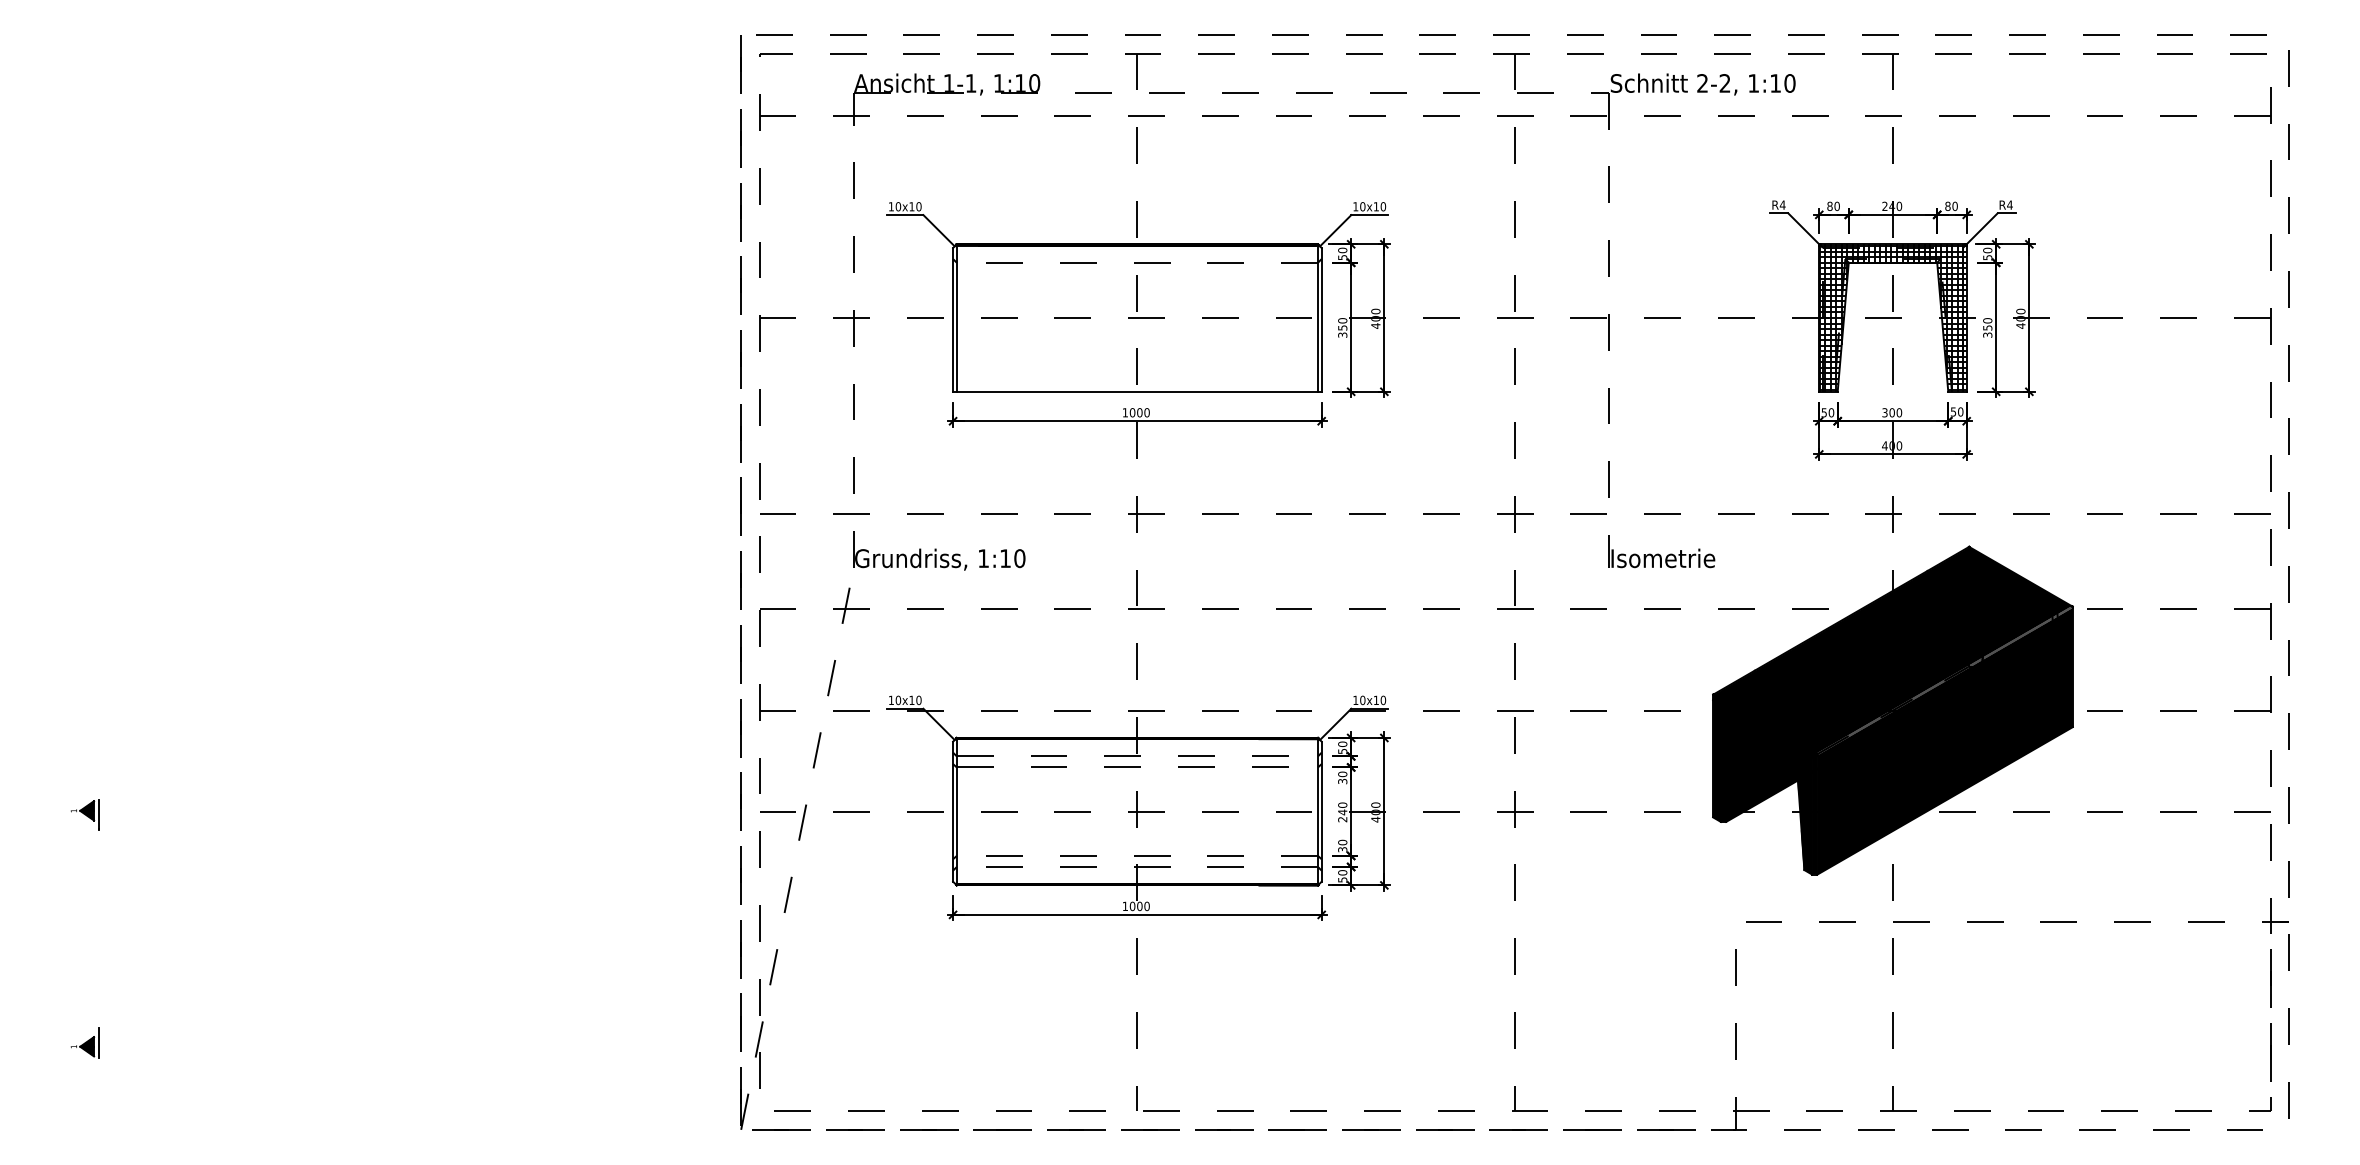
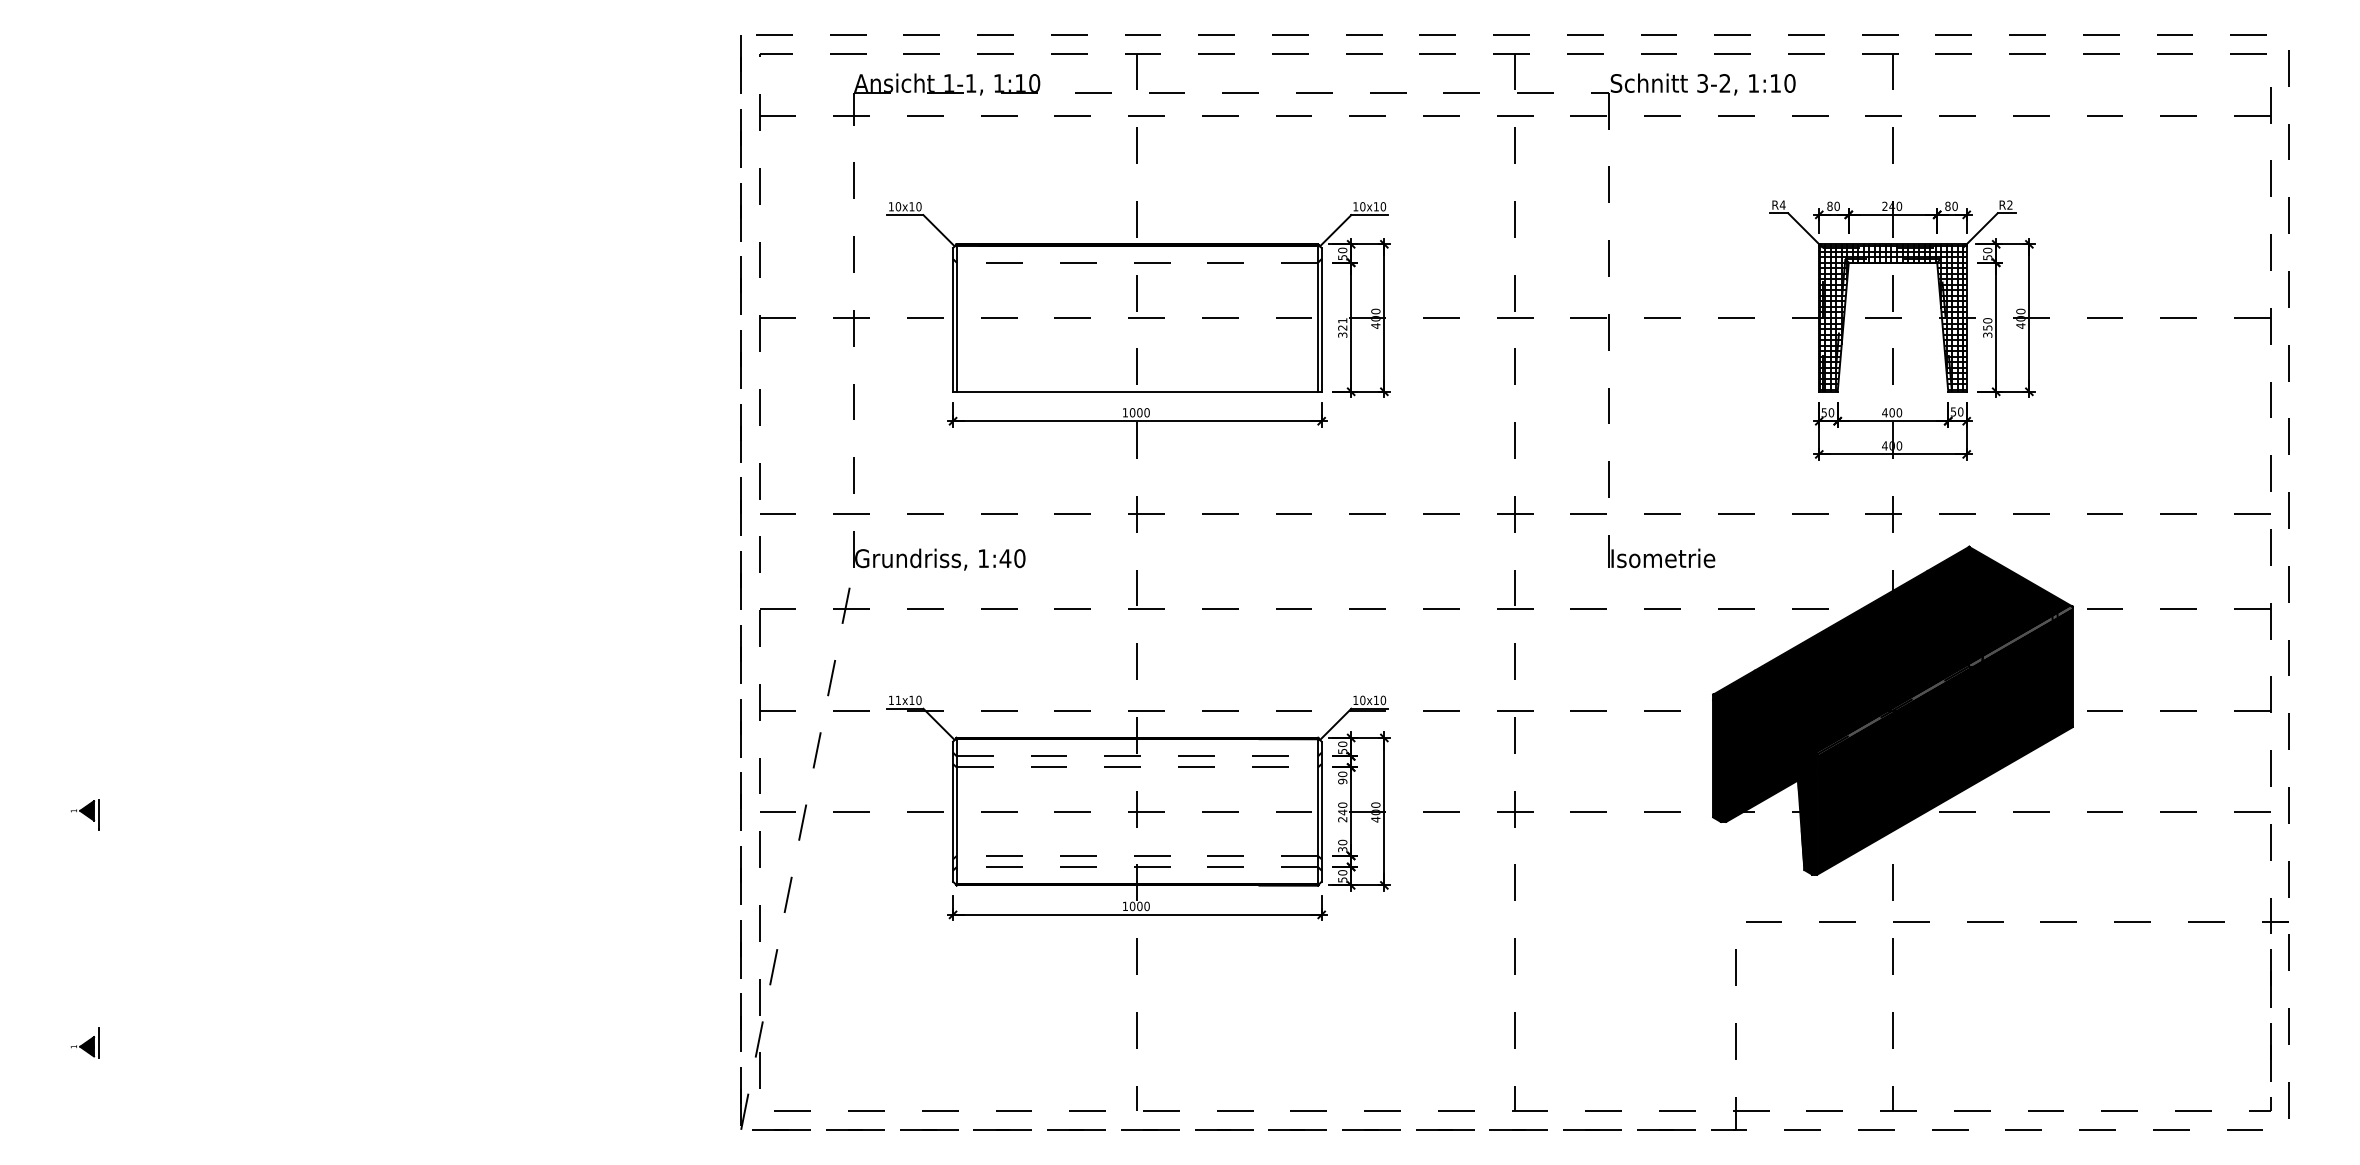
text at (1702, 83): 2-2, -> 3-2,
text at (2009, 204): R4 -> R2
text at (1342, 324): 350 -> 321
text at (1884, 412): 300 -> 400
text at (1005, 558): 1:10 -> 1:40
text at (898, 700): 10x10 -> 11x10
text at (1342, 781): 30 -> 90
